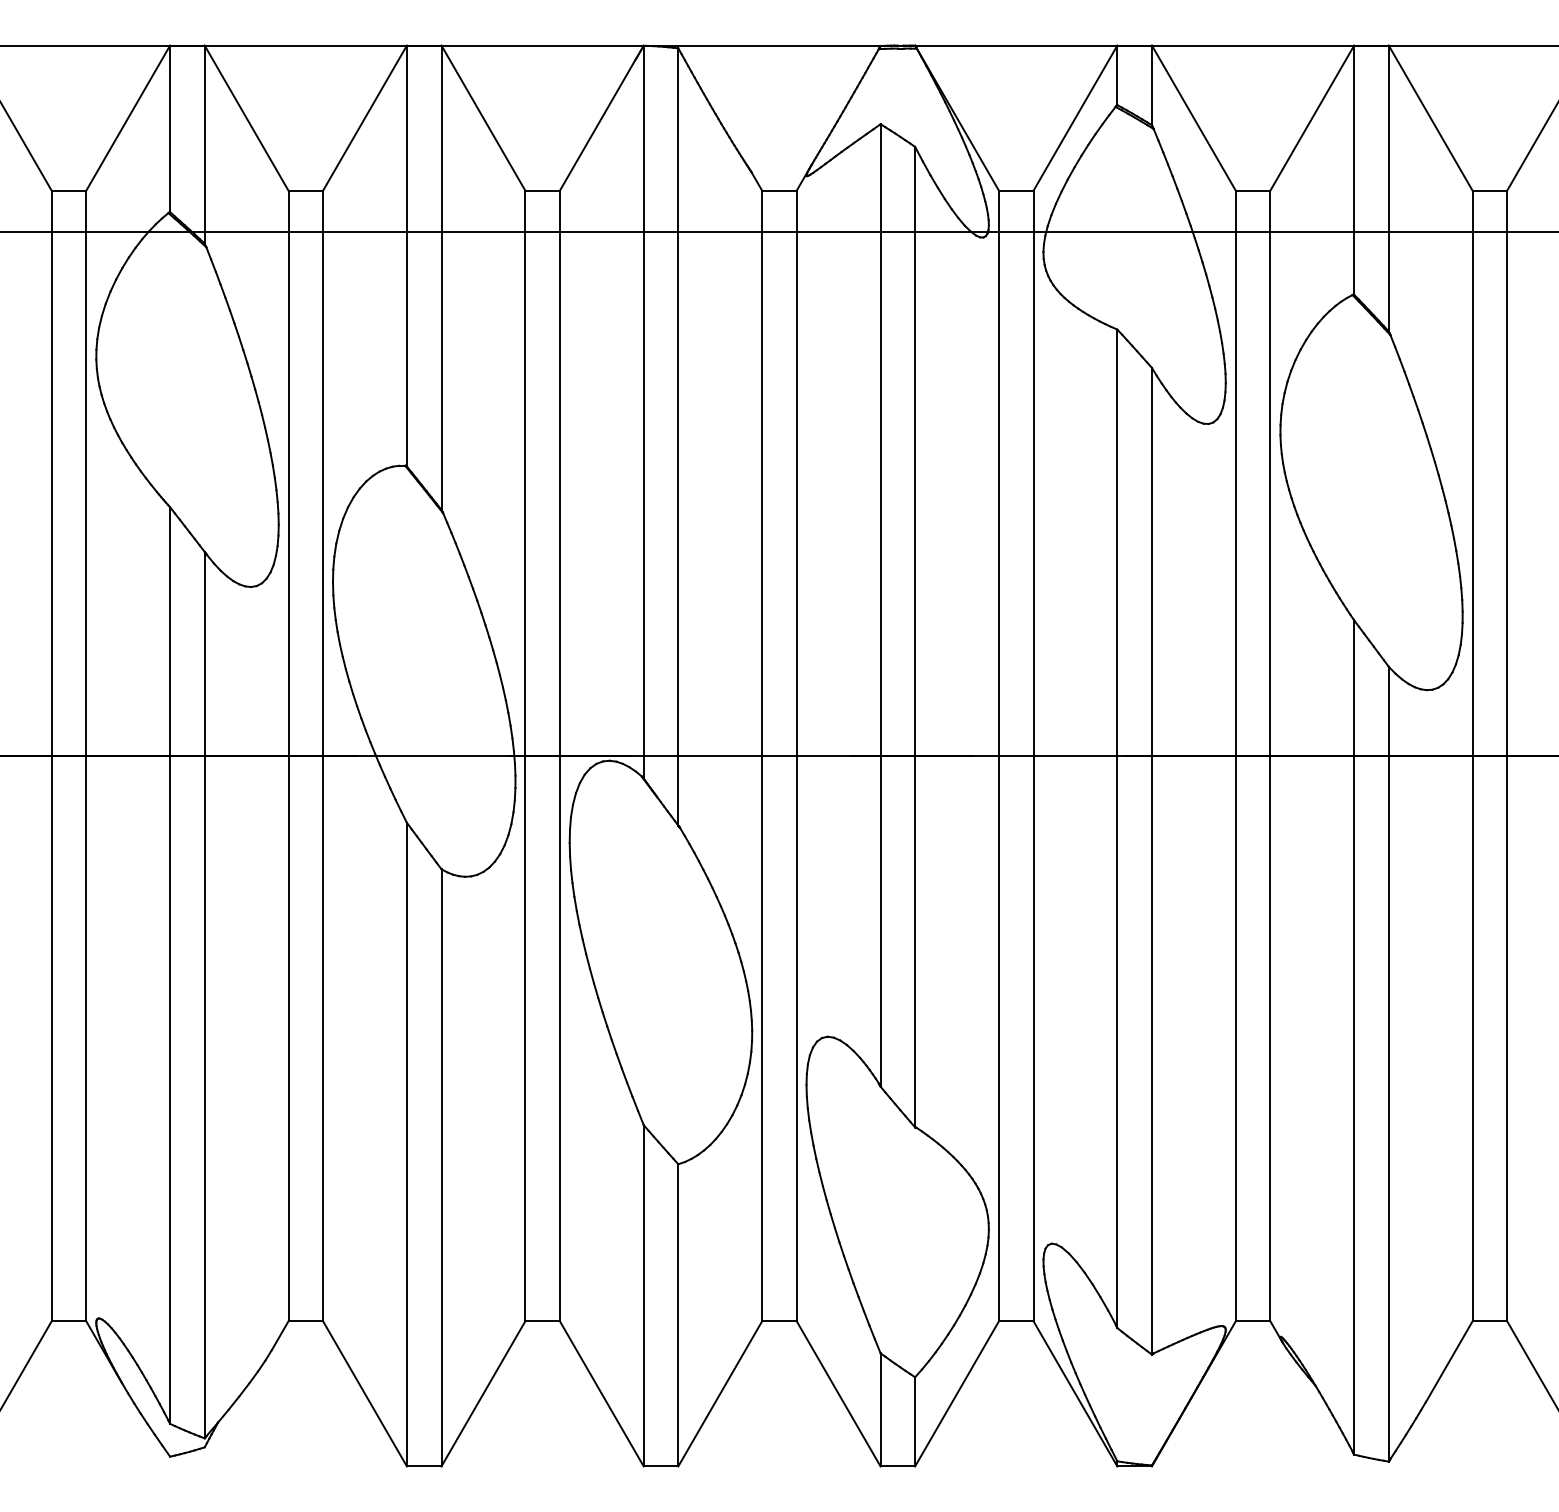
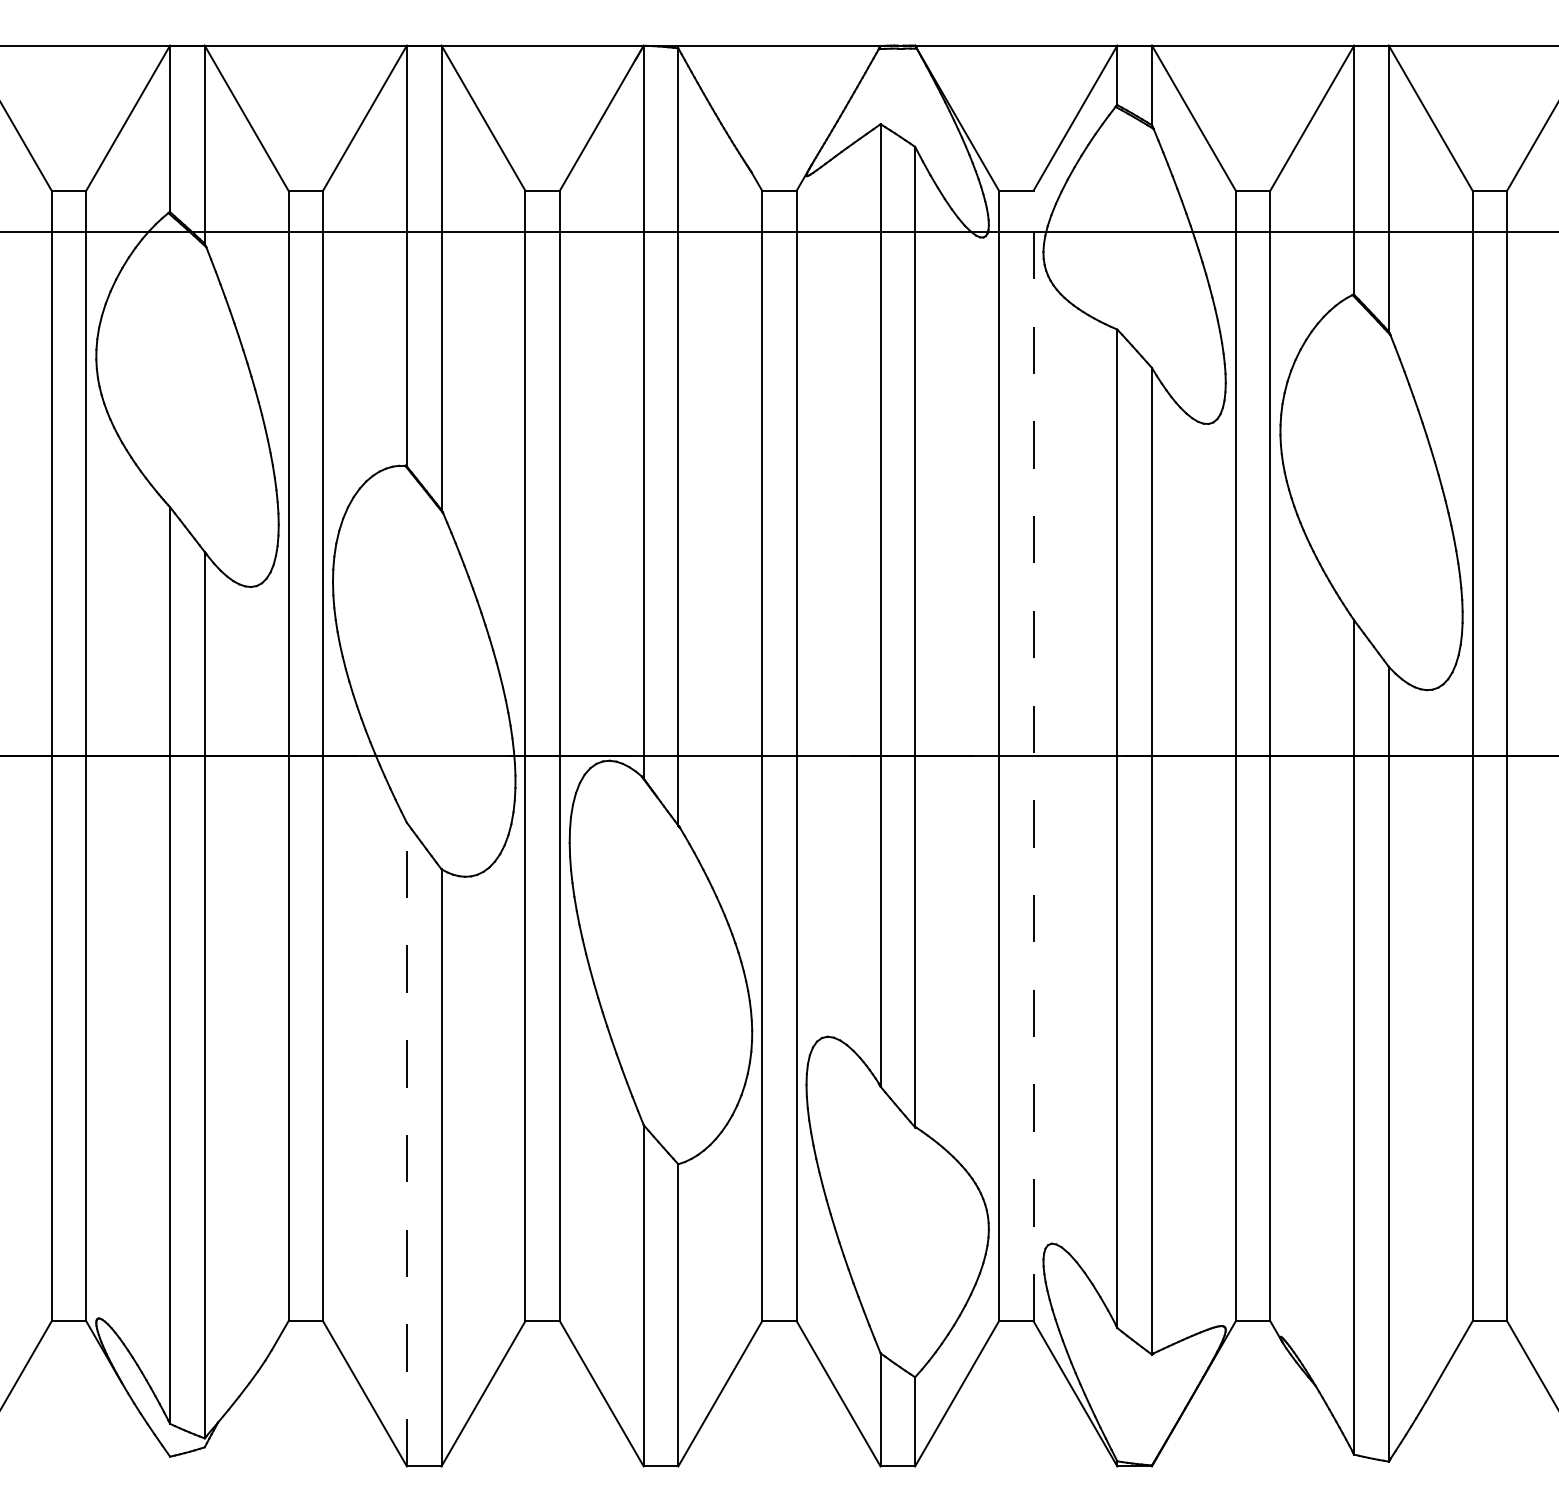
line at (1033, 755): solid -> dashed
line at (406, 1144): solid -> dashed
